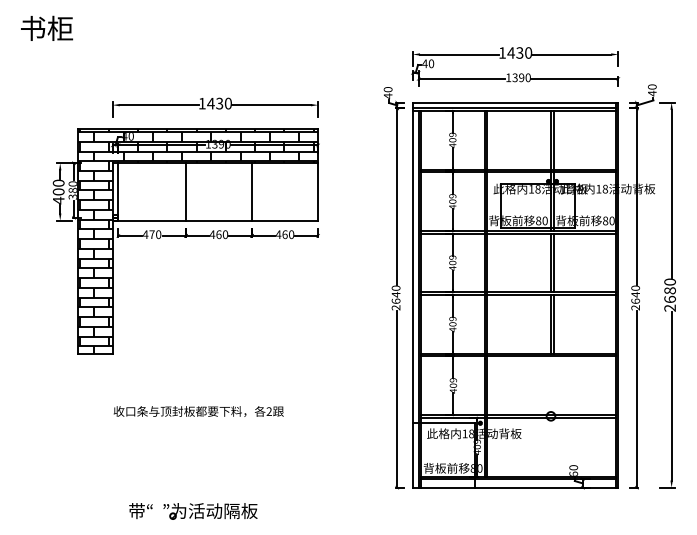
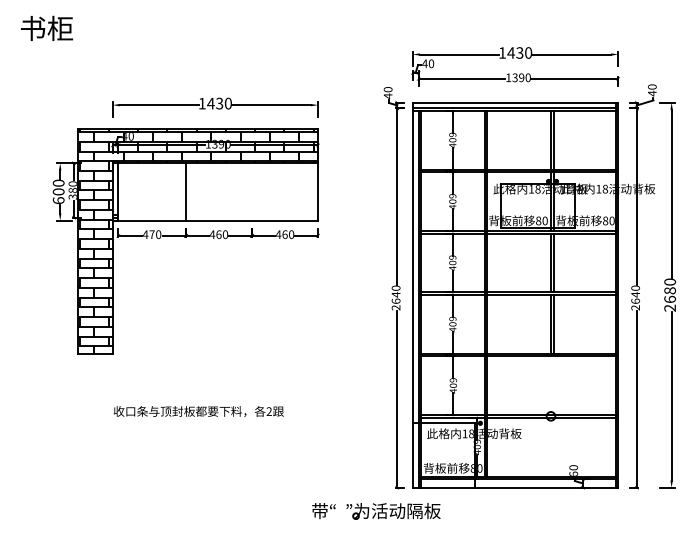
line at (252, 191): present -> none
text at (58, 200): 400 -> 600
part at (193, 511) position: (193, 511) -> (376, 511)
